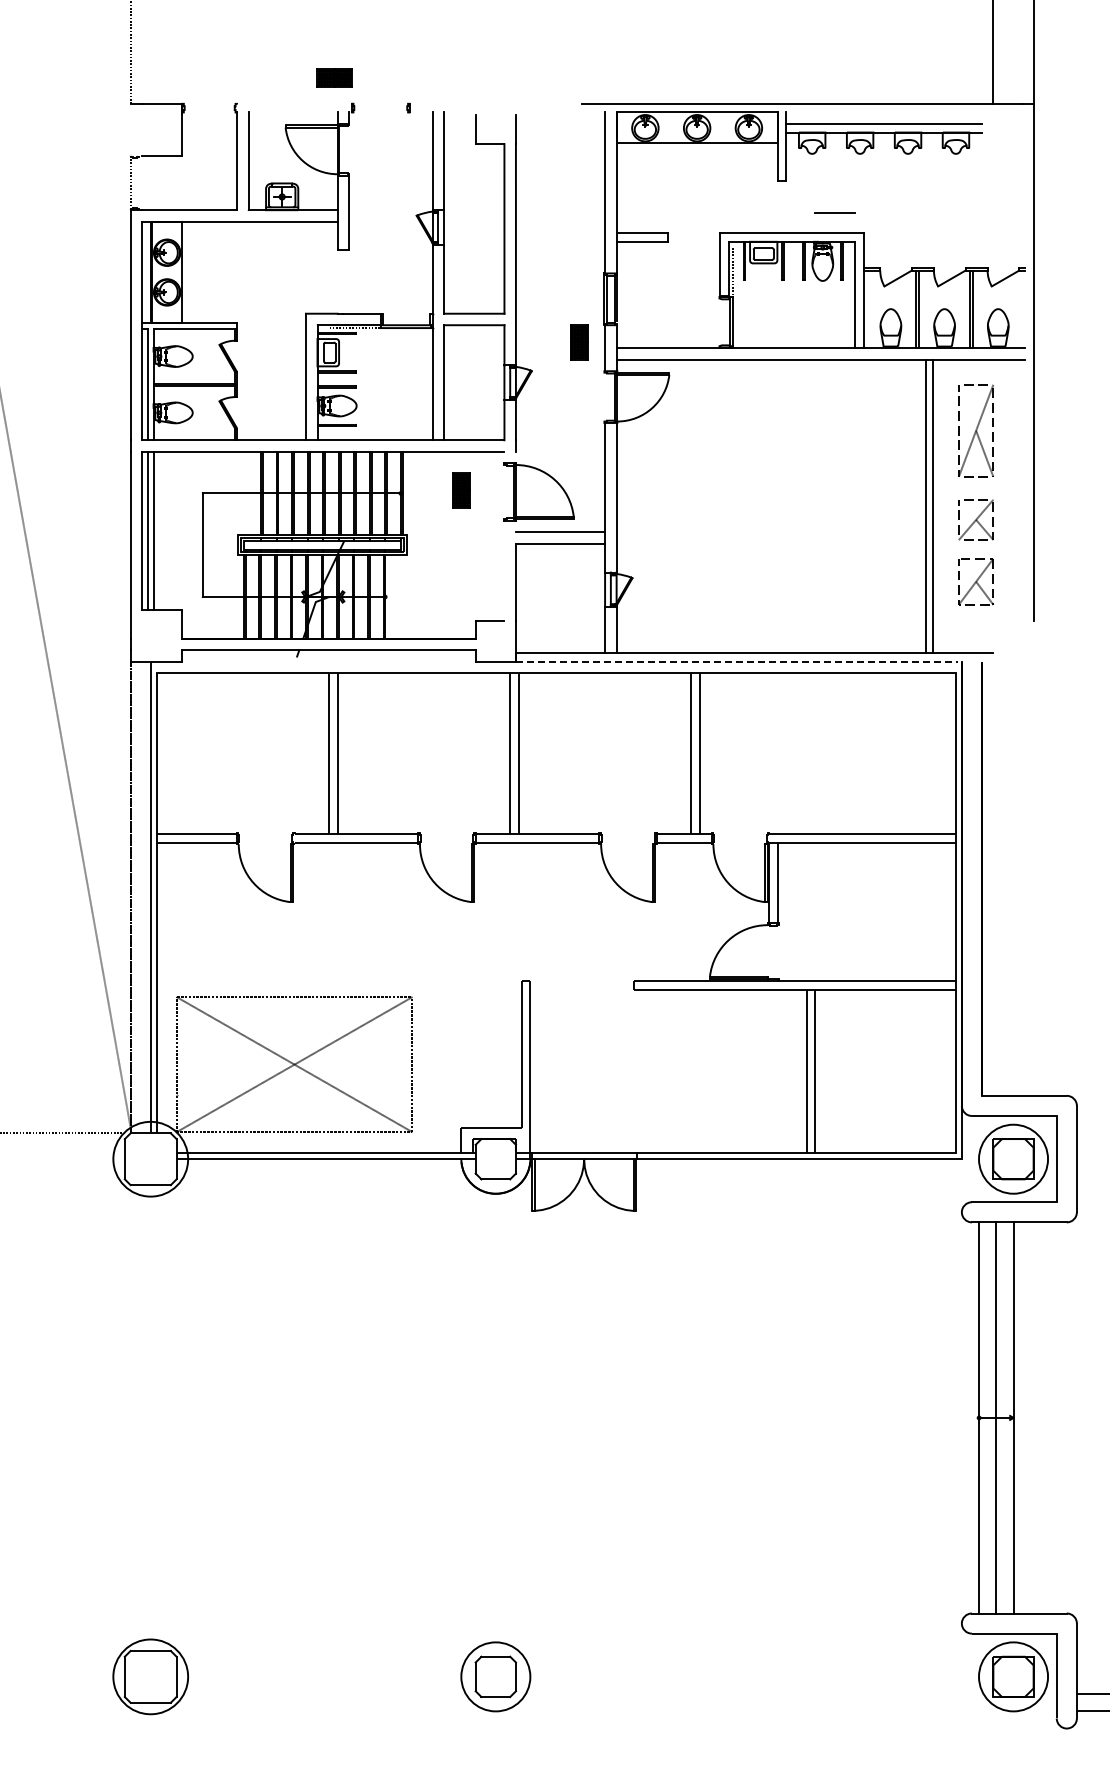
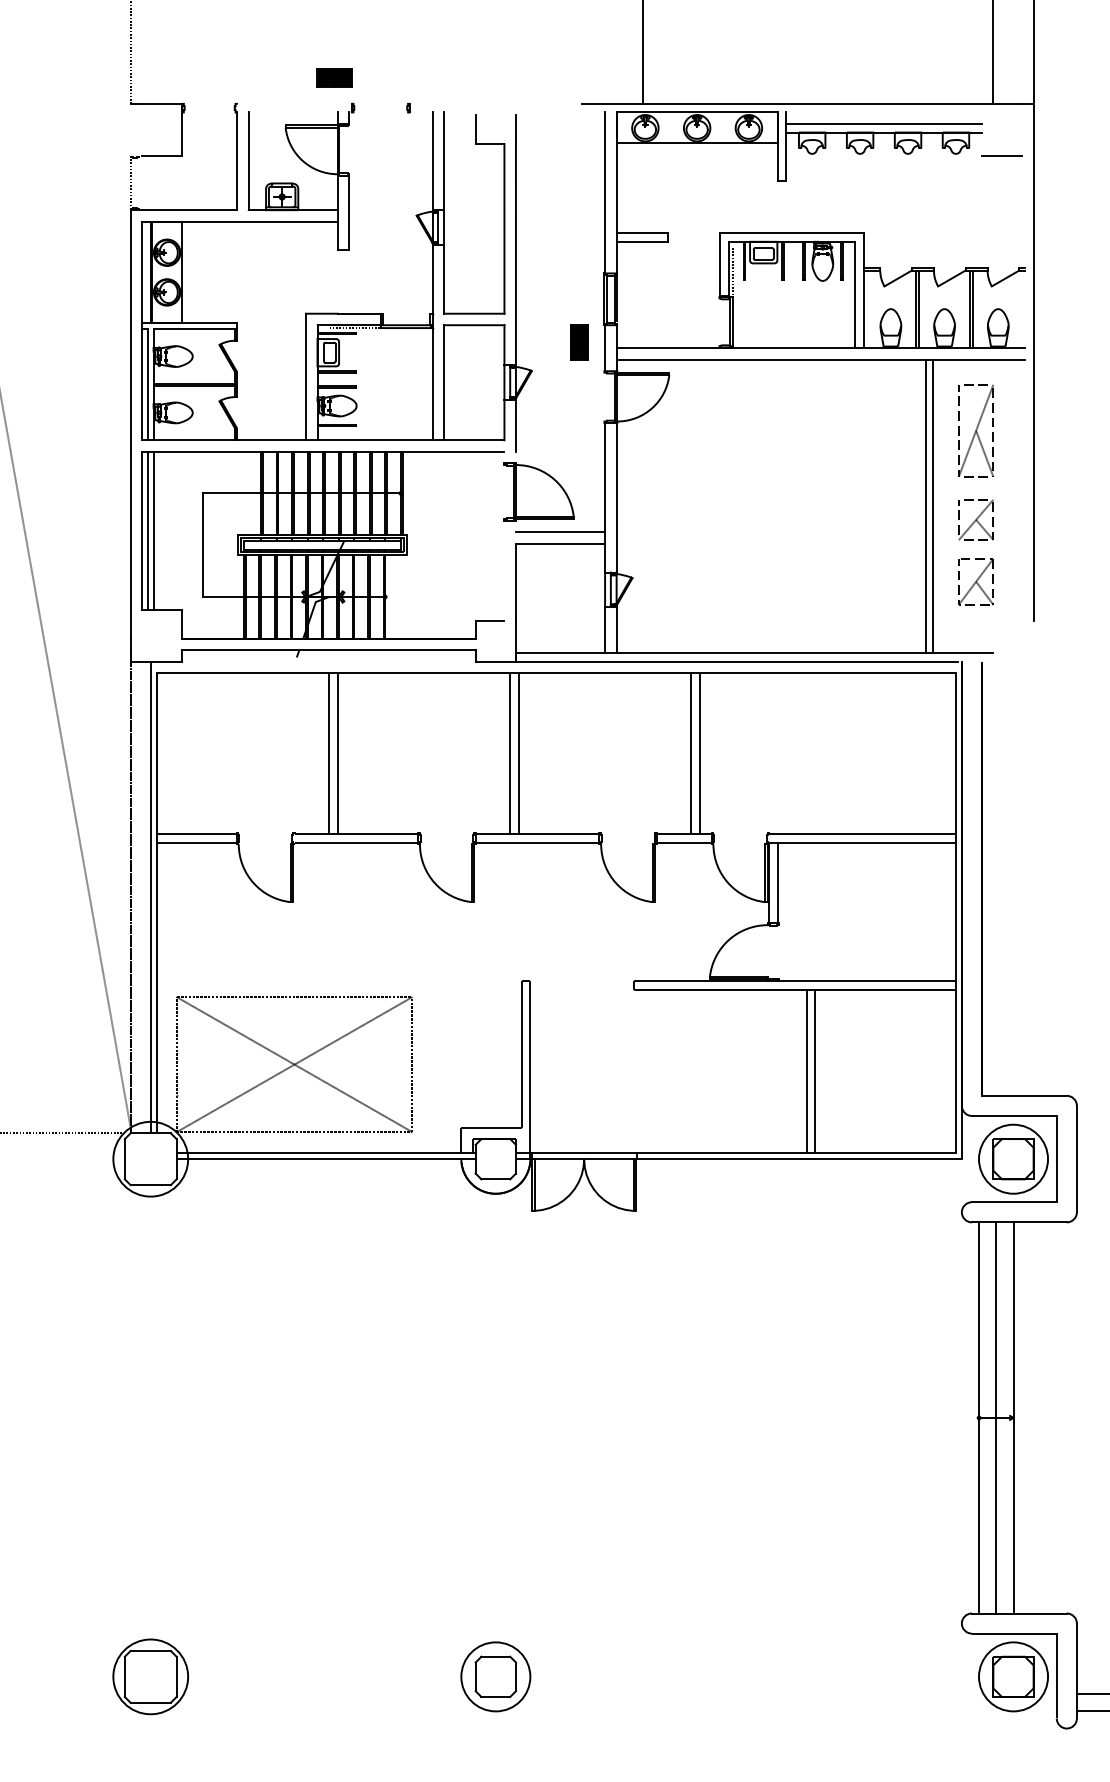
line at (642, 52): none -> present
line at (834, 212) position: (834, 212) -> (1001, 155)
part at (461, 490): present -> none
line at (737, 661): dashed -> solid
